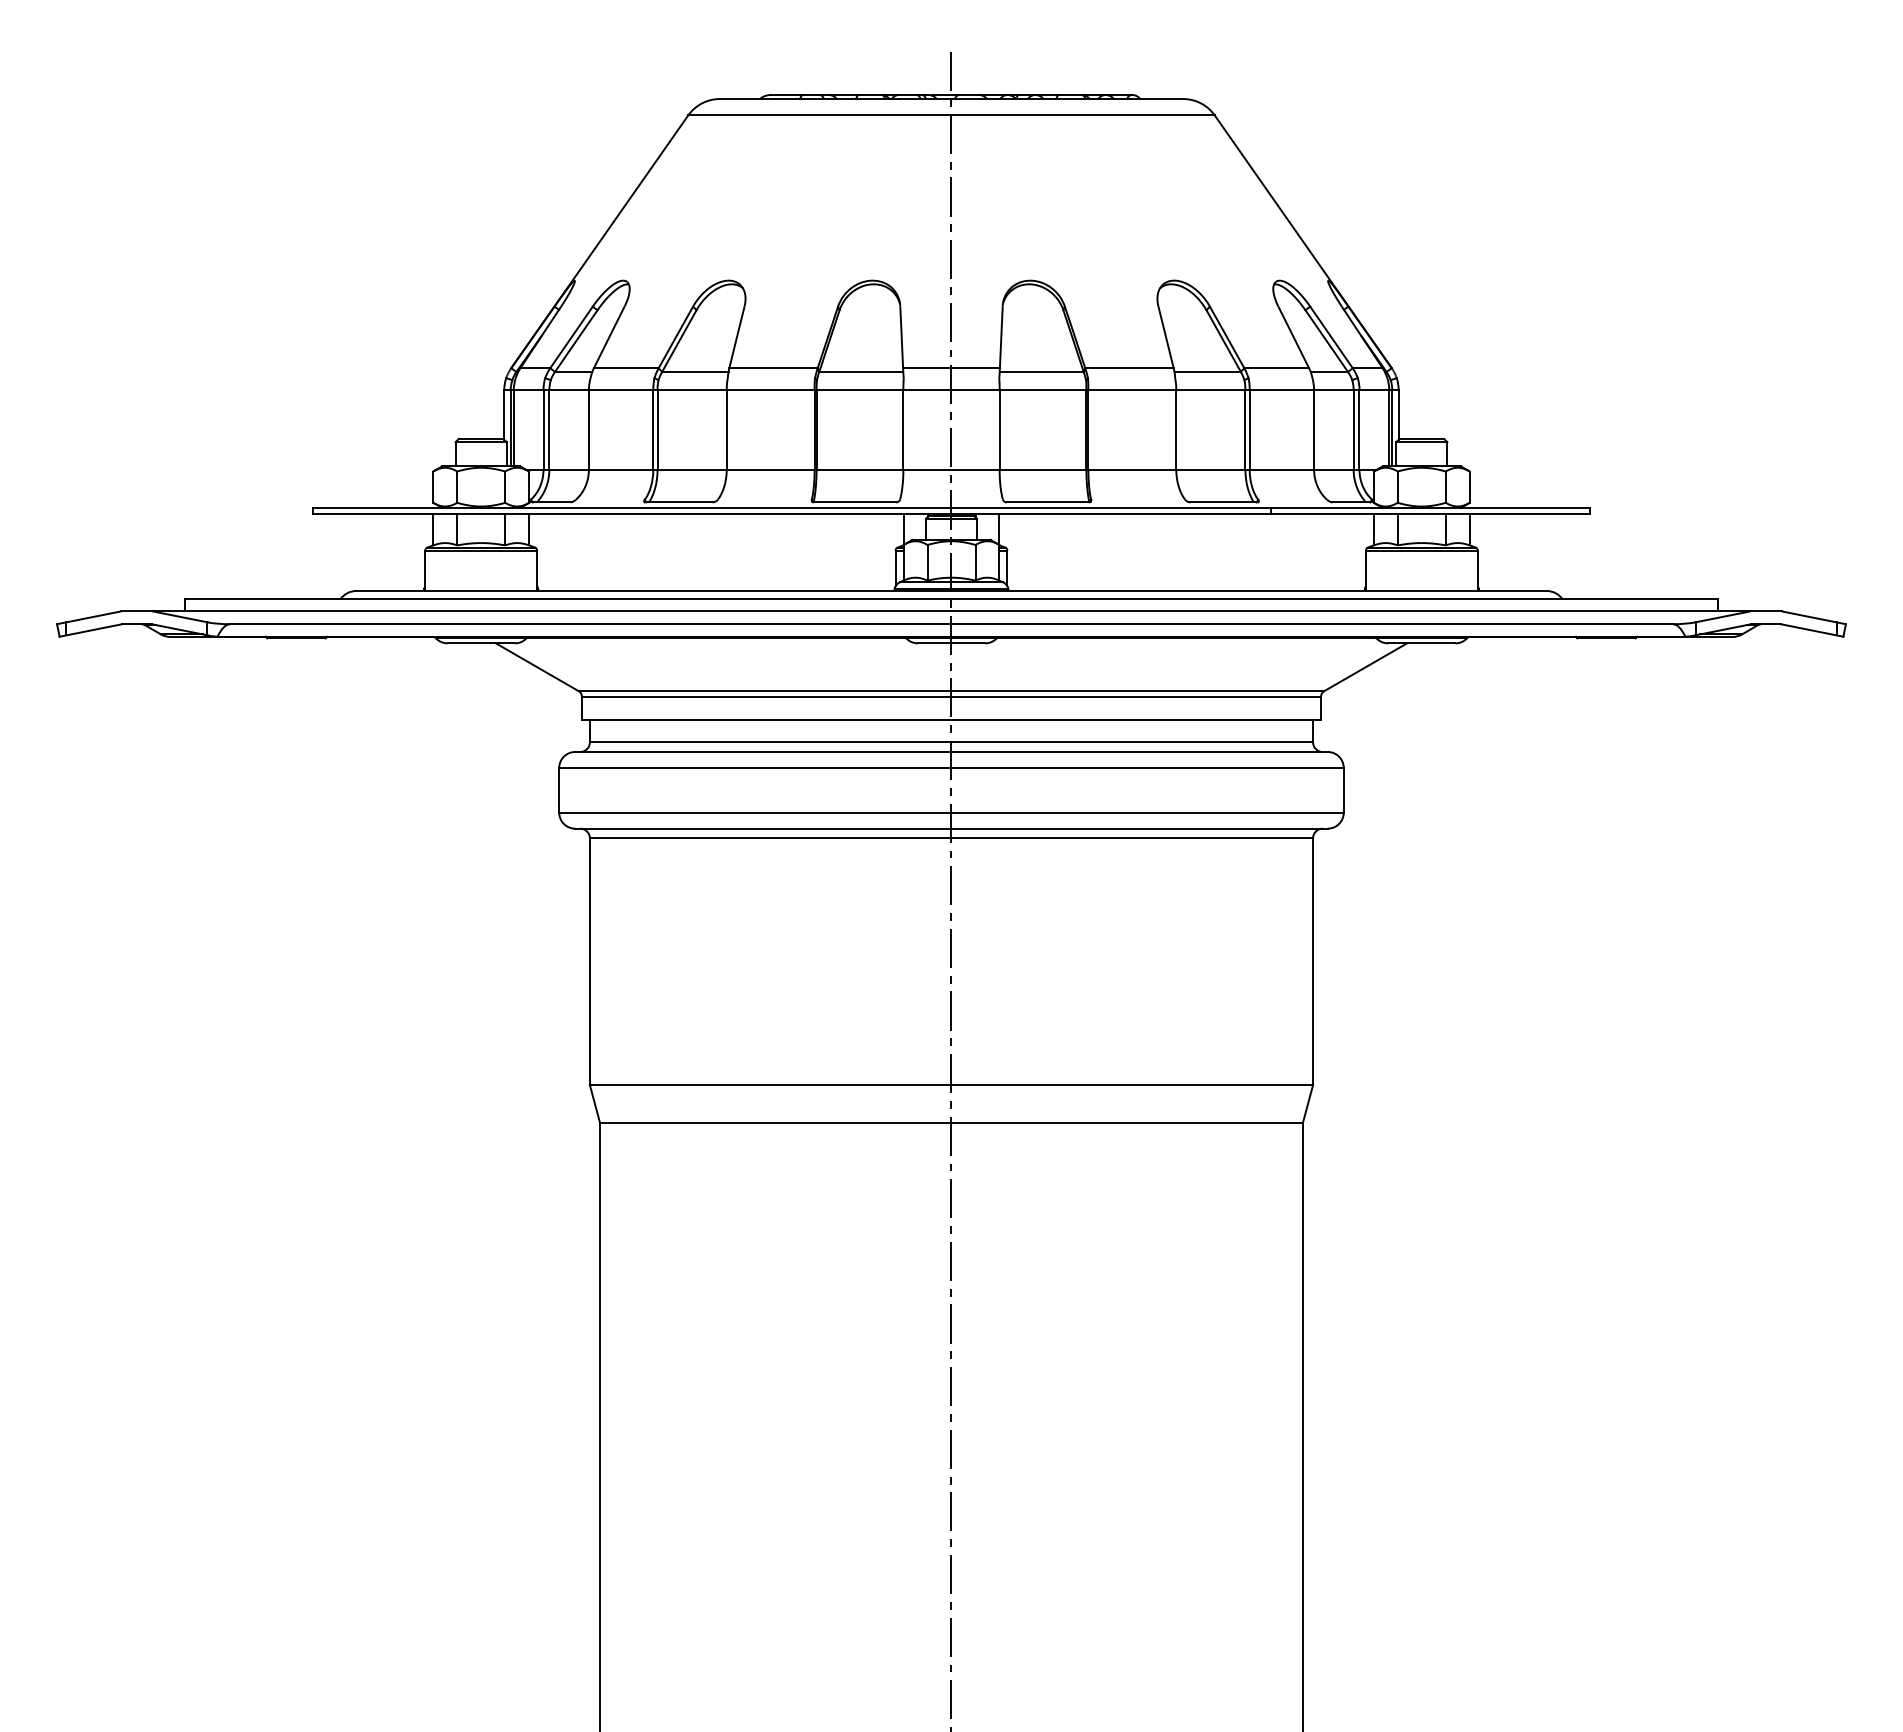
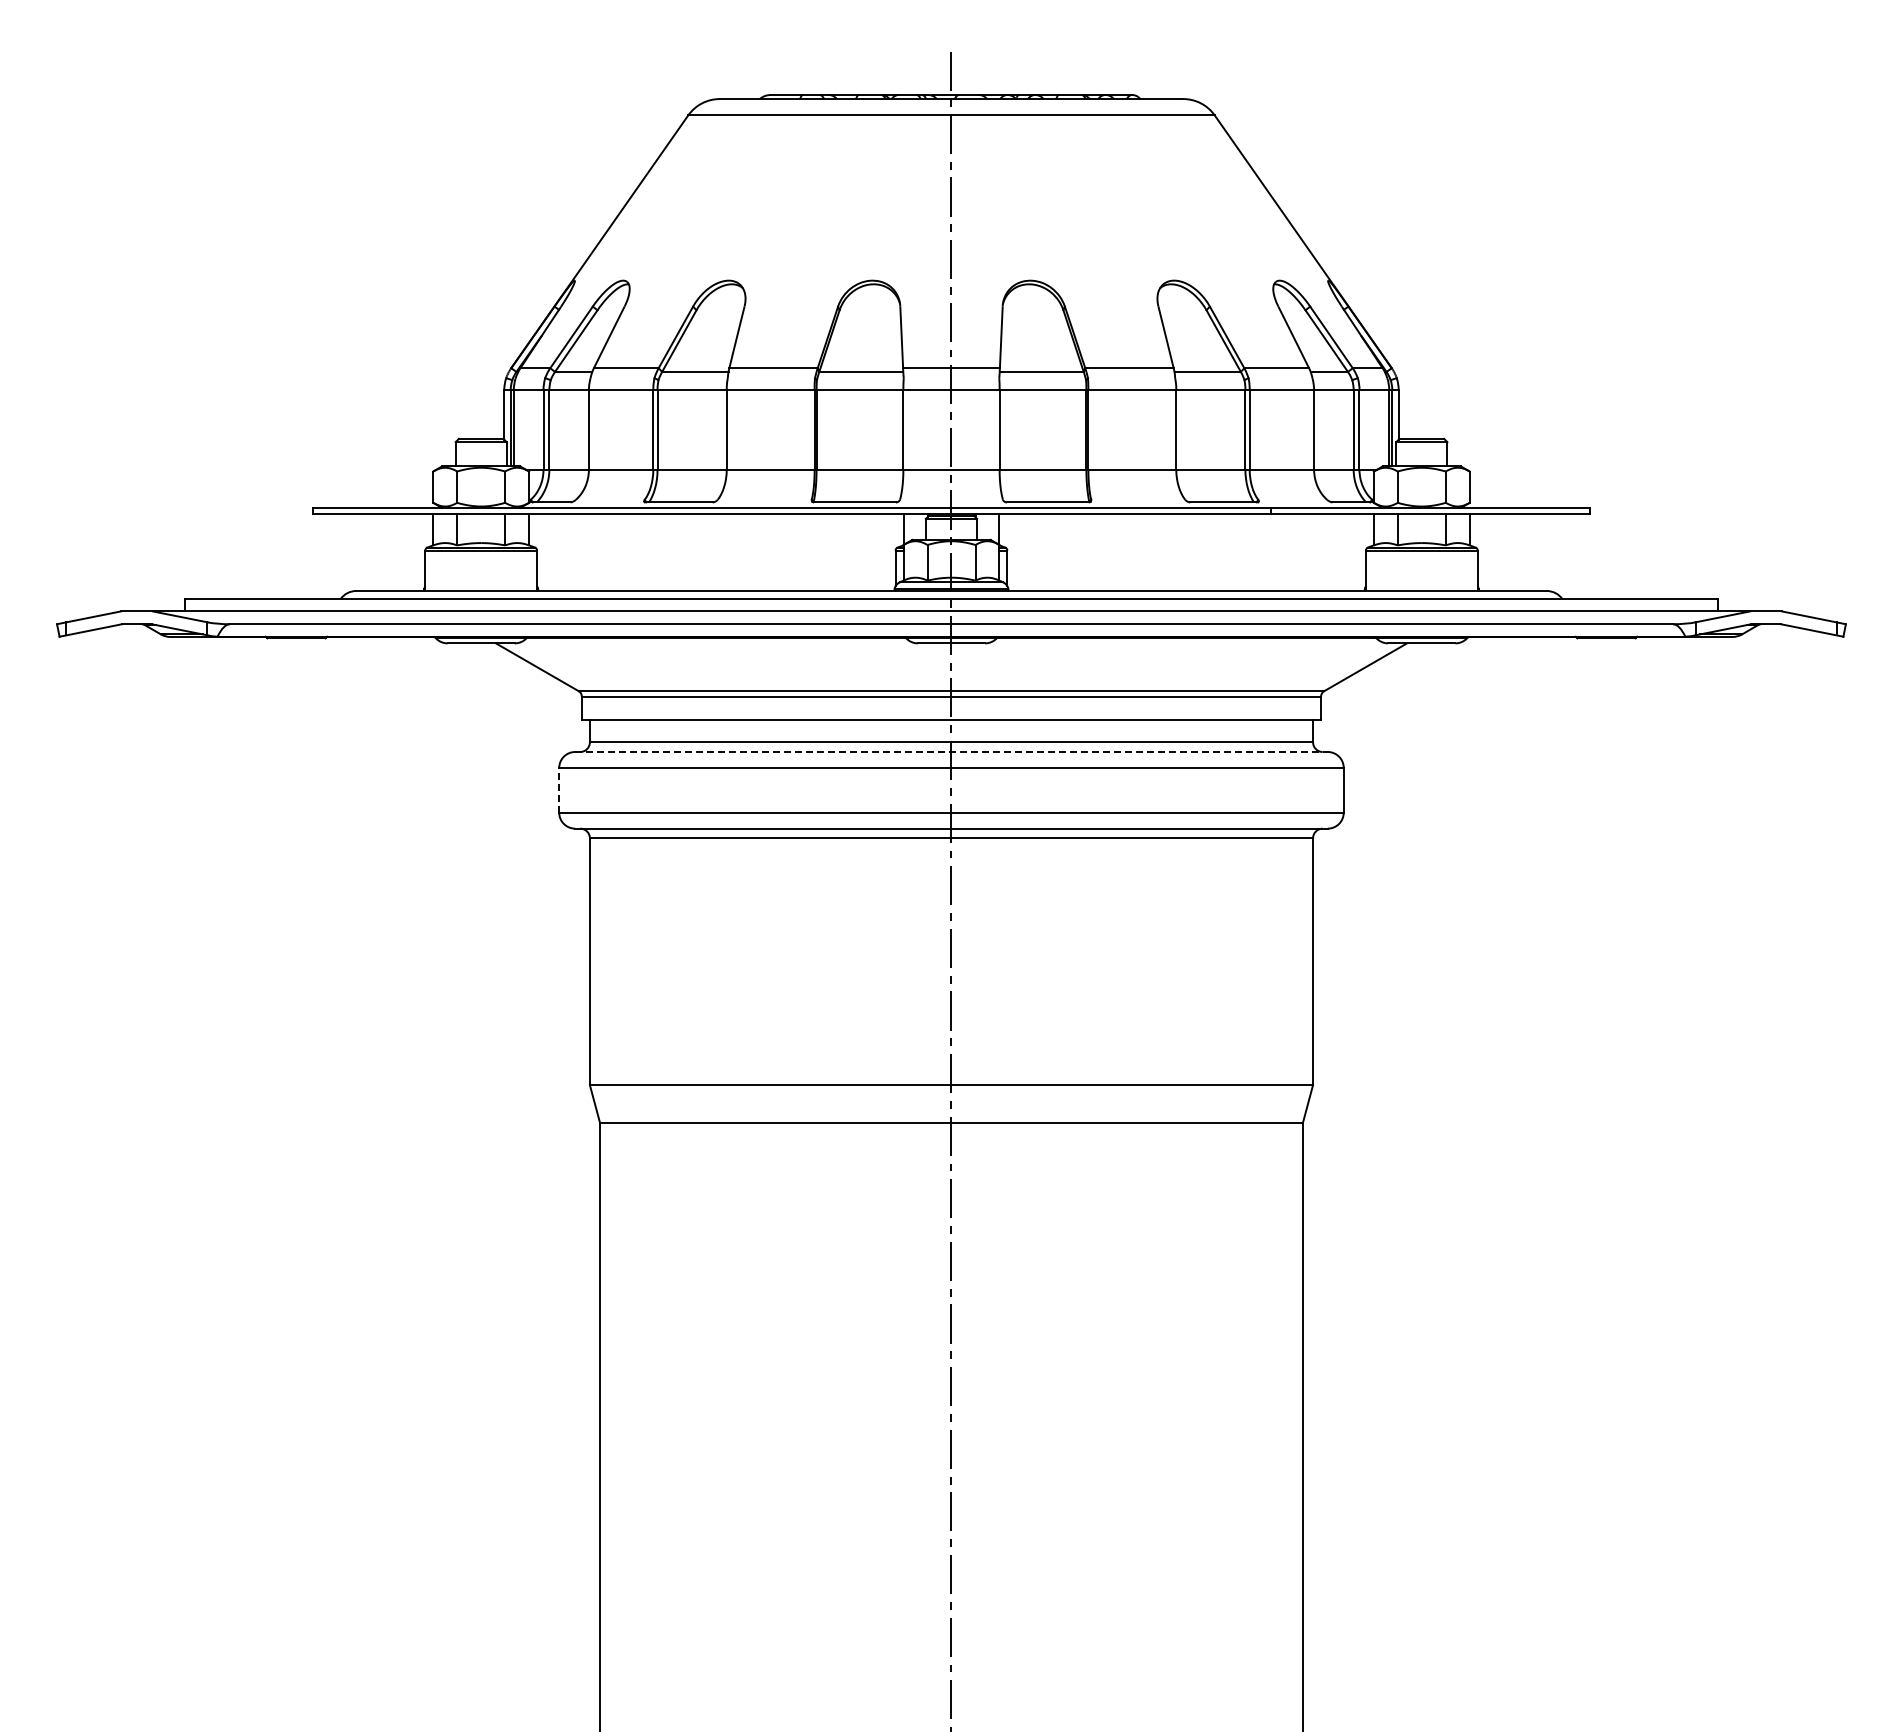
line at (951, 752): solid -> dashed
line at (559, 789): solid -> dashed
